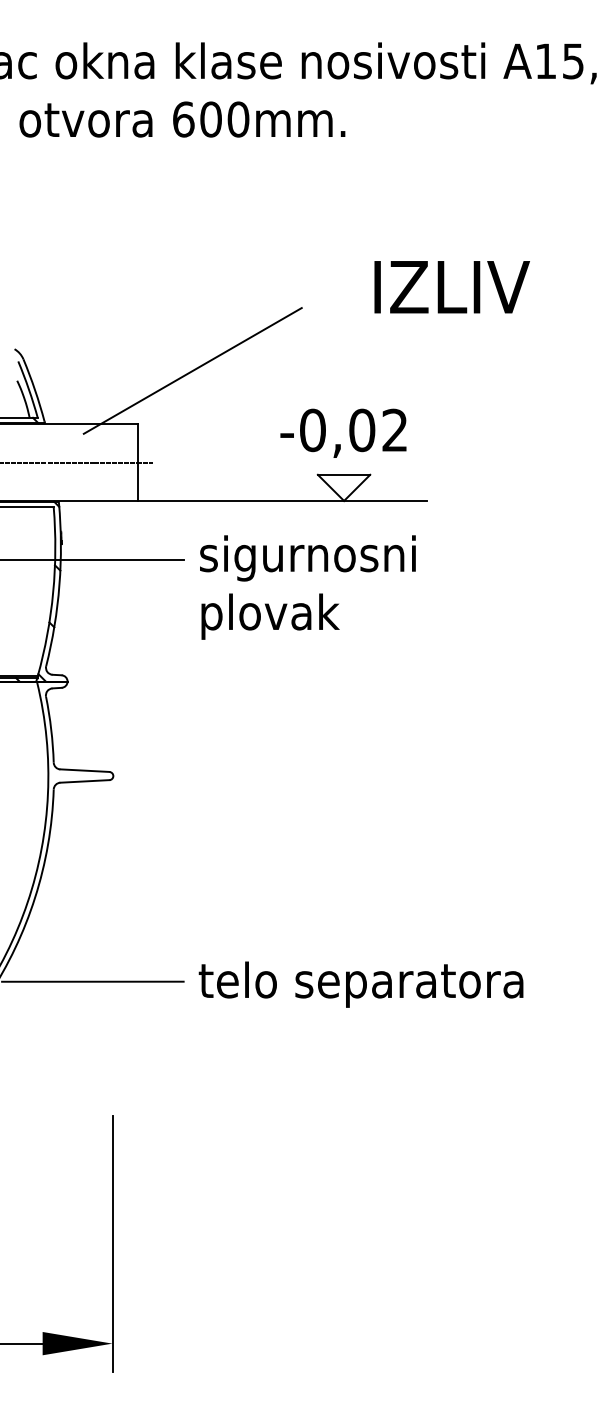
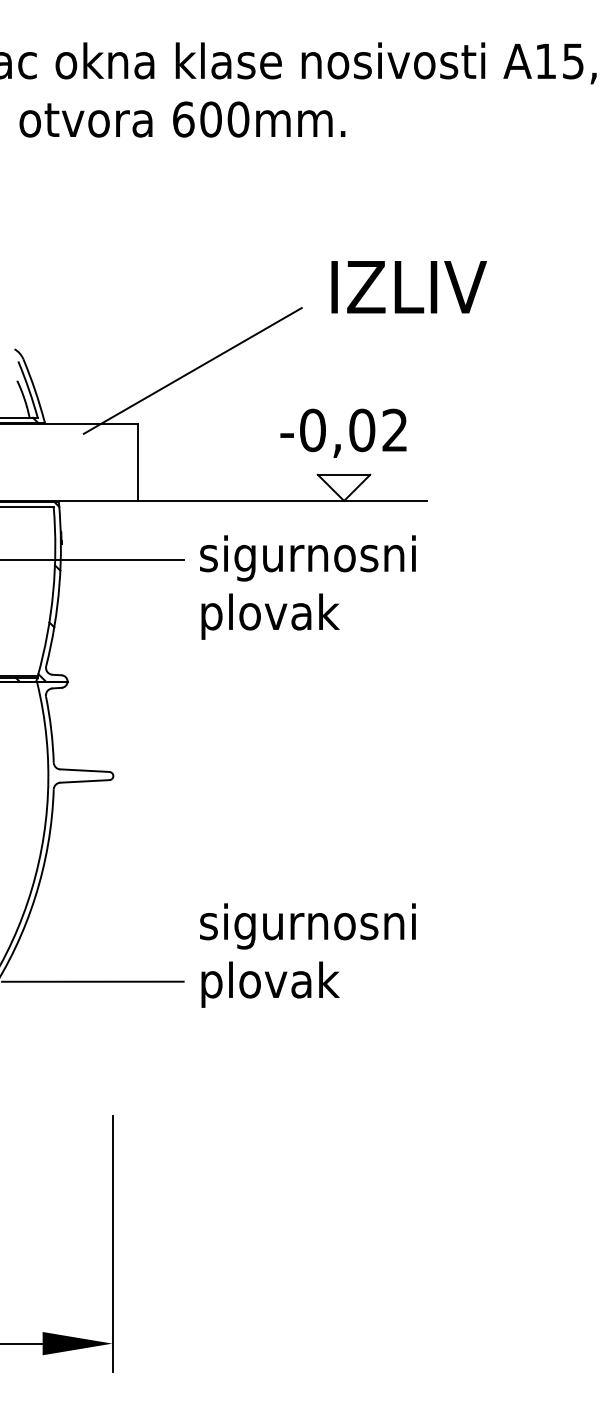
text at (451, 287) position: (451, 287) -> (408, 287)
line at (77, 462): present -> none
text at (360, 955): telo separatora -> sigurnosni plovak
